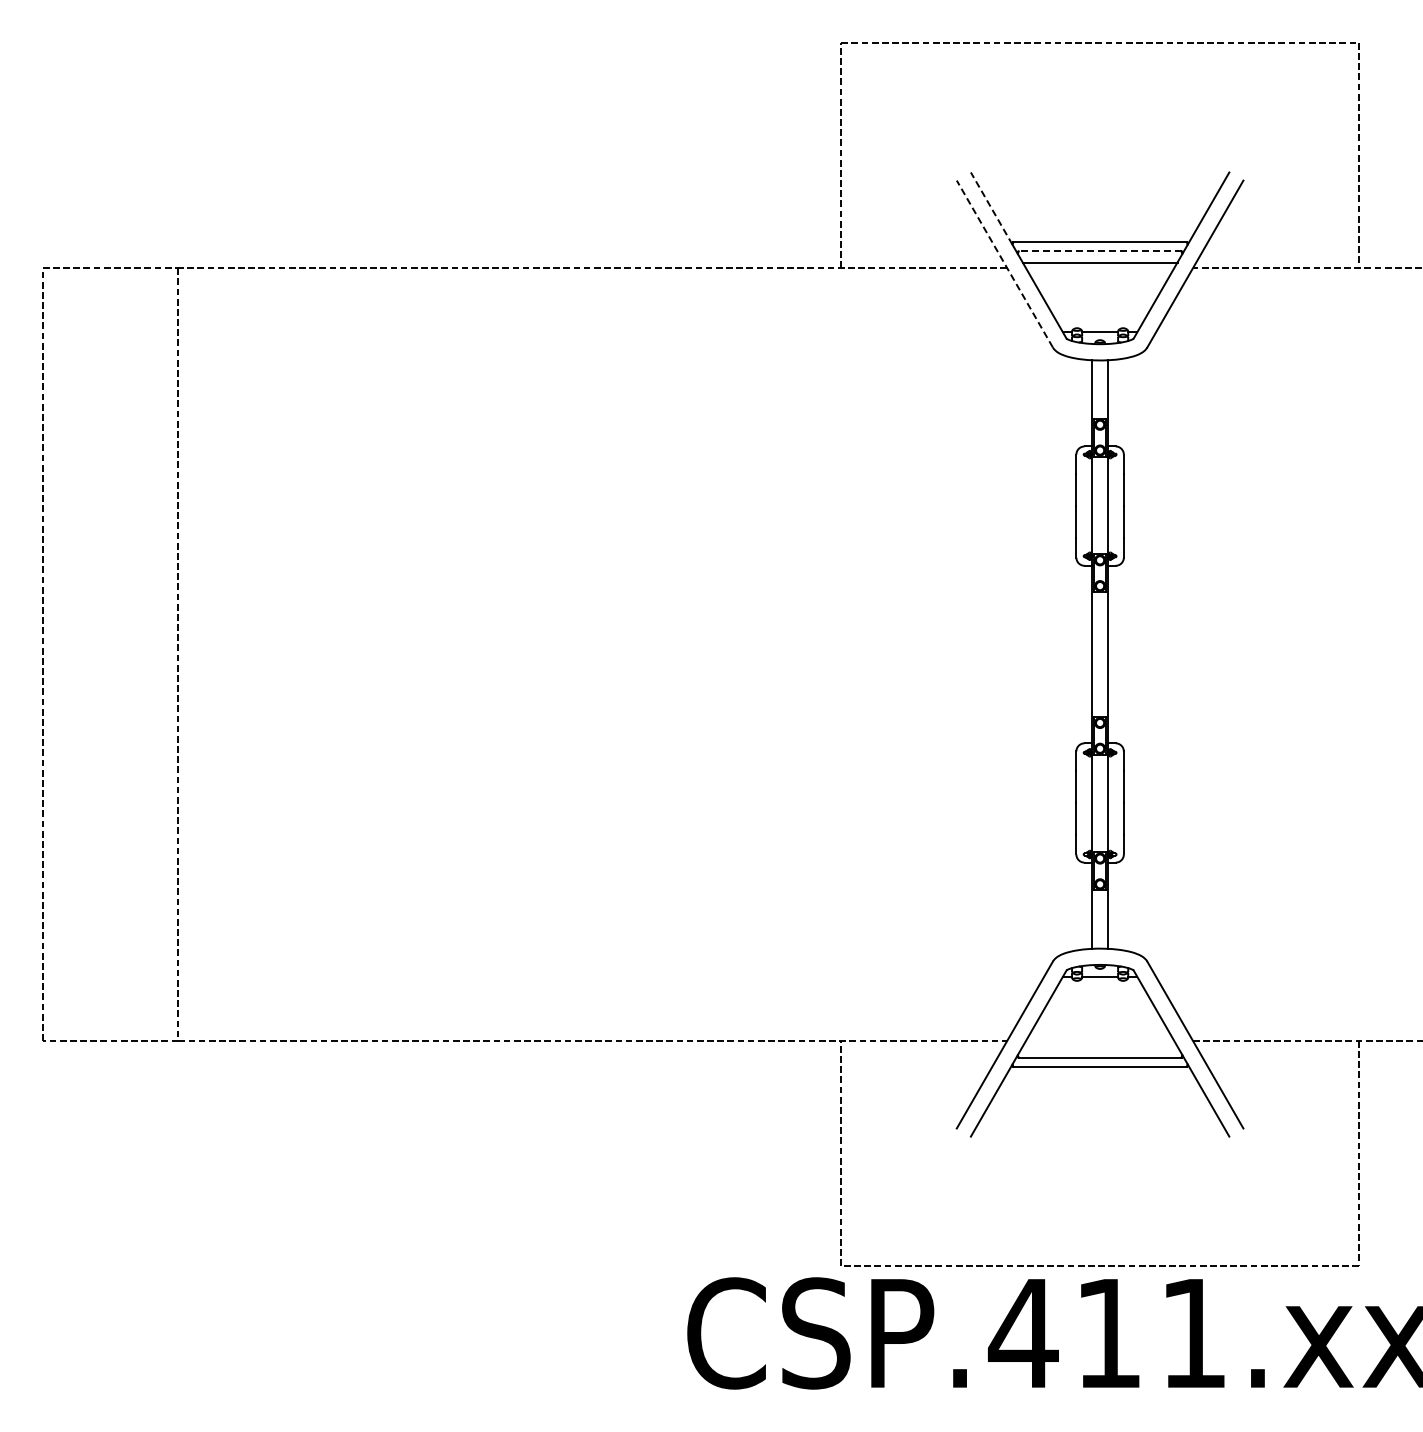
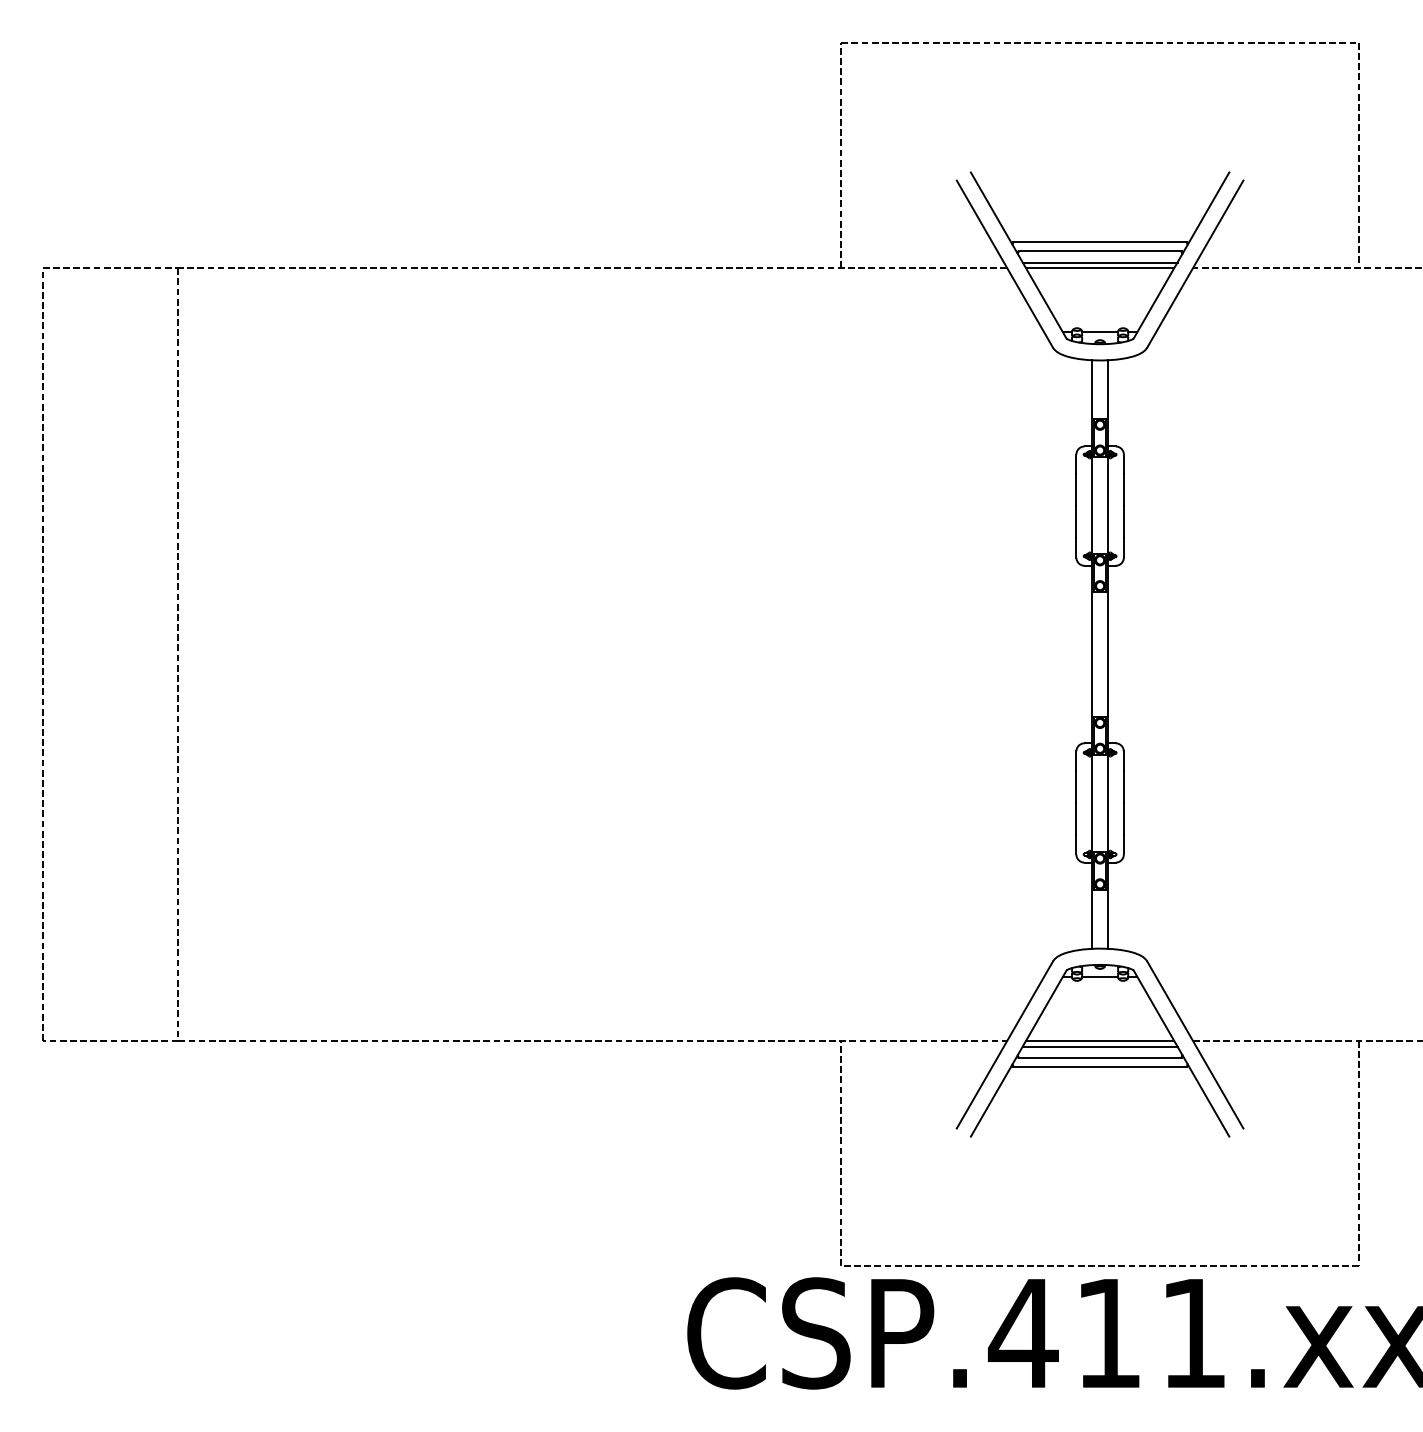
line at (991, 208): dashed -> solid
line at (1099, 251): dashed -> solid
line at (1004, 263): dashed -> solid
line at (1100, 268): none -> present
line at (1100, 1040): none -> present
line at (1099, 1046): none -> present
